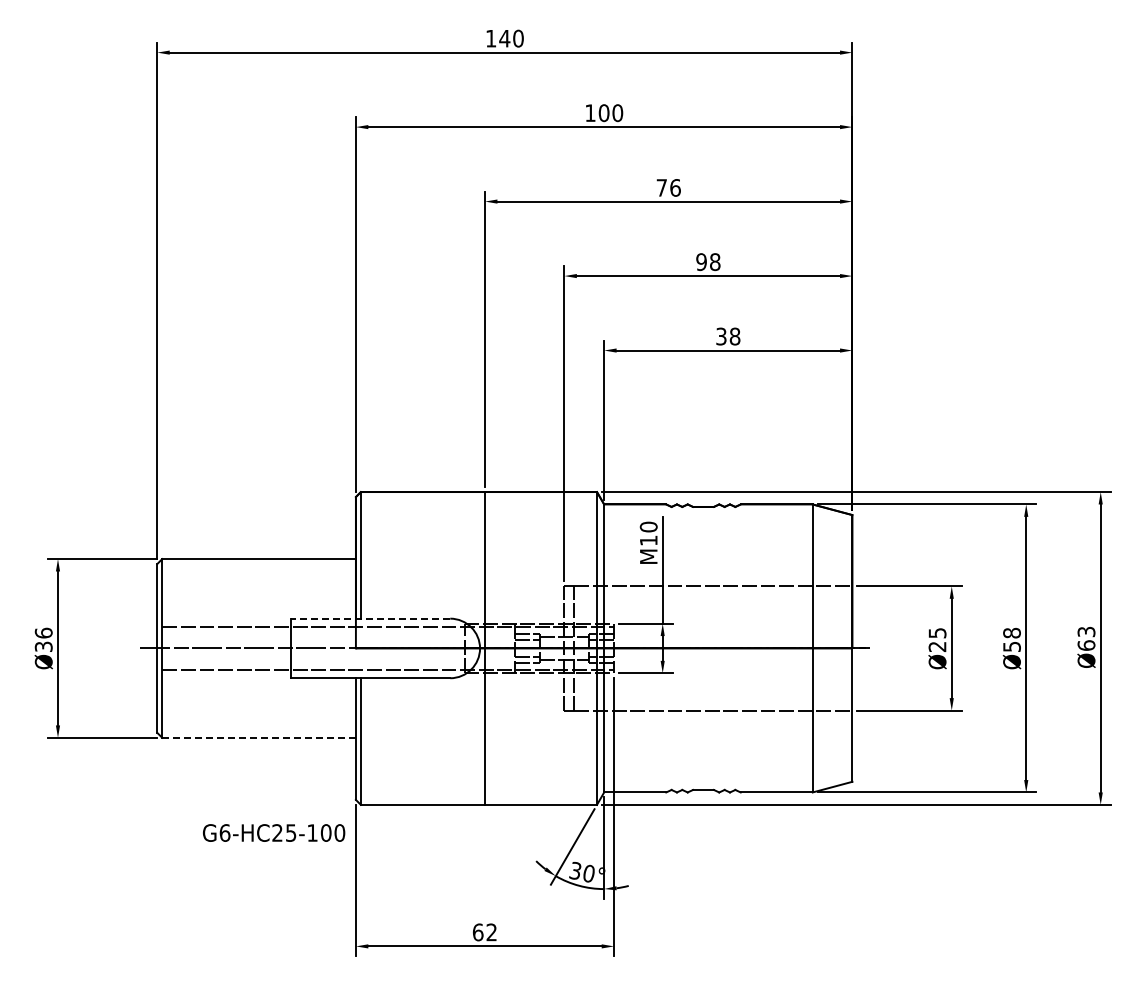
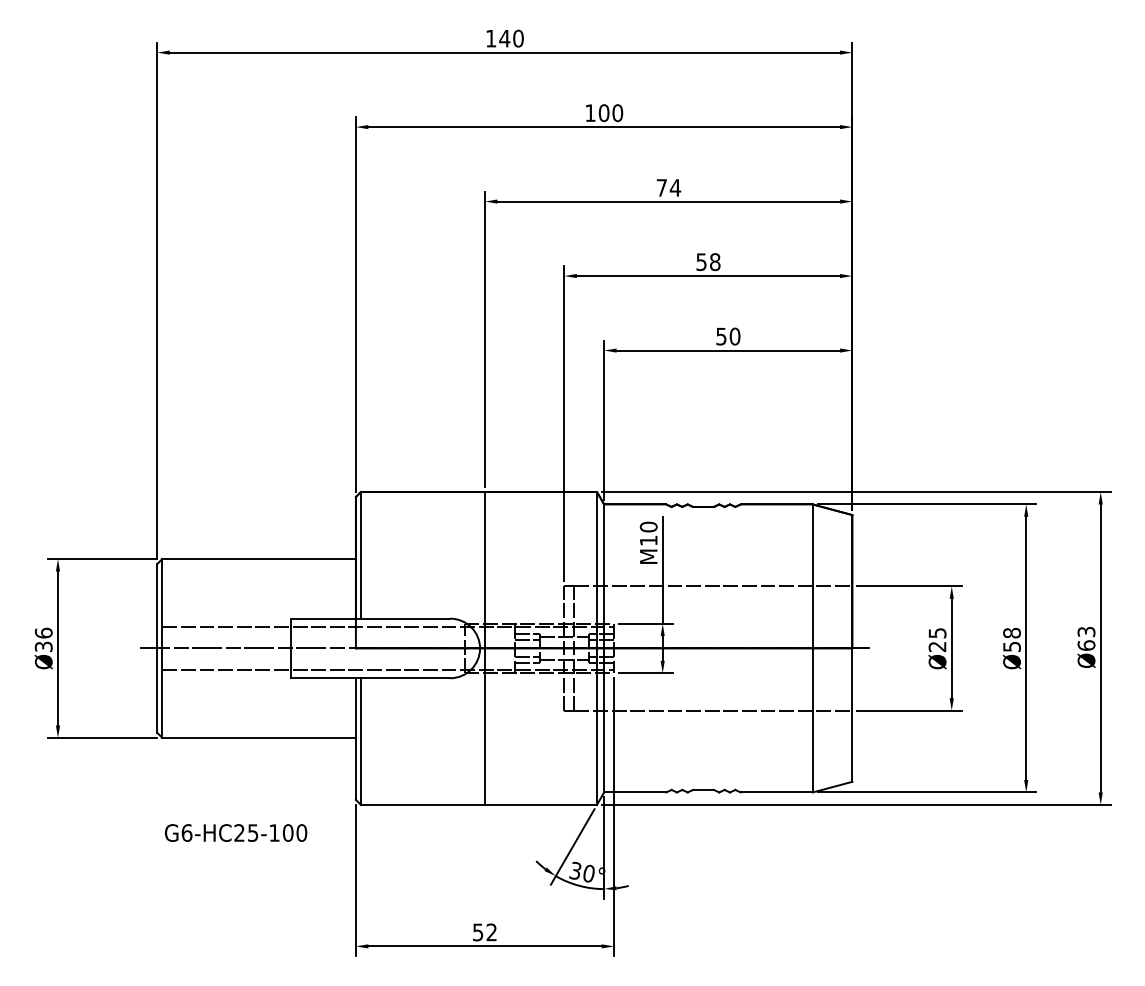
text at (675, 187): 76 -> 74
text at (701, 261): 98 -> 58
text at (728, 336): 38 -> 50
line at (370, 618): dashed -> solid
line at (259, 737): dashed -> solid
text at (274, 832) position: (274, 832) -> (236, 832)
text at (477, 932): 62 -> 52
